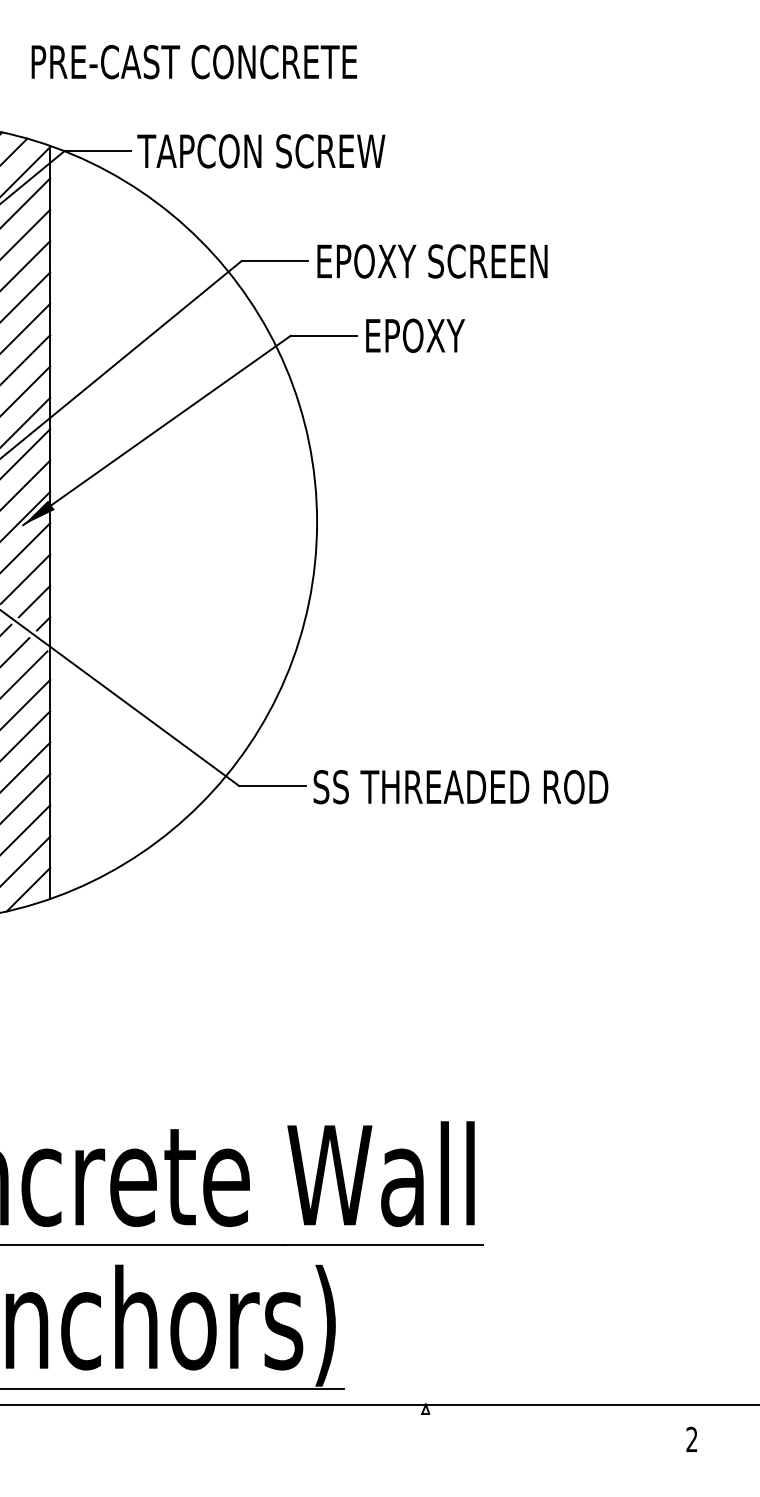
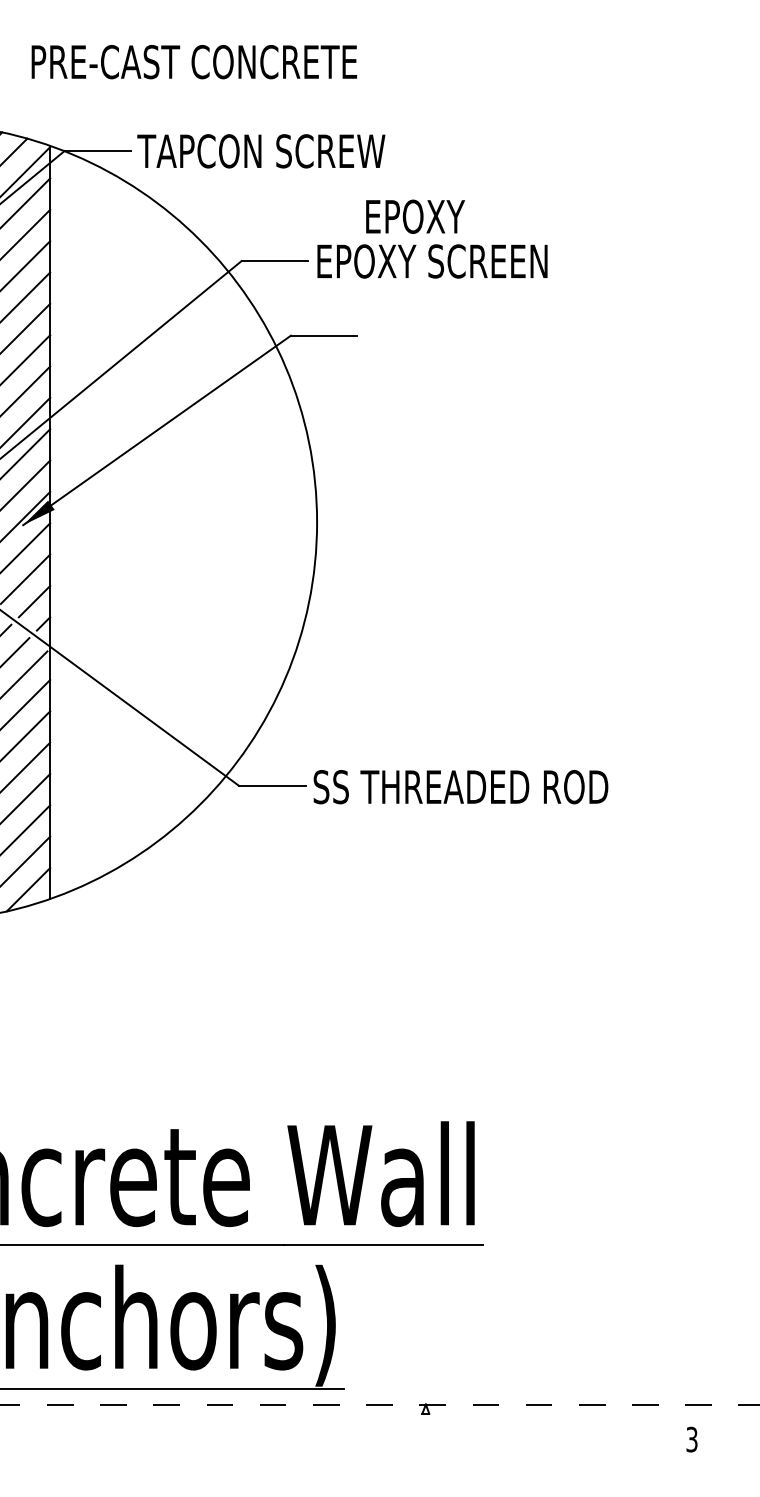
text at (415, 335) position: (415, 335) -> (415, 216)
line at (380, 1404): solid -> dashed
text at (691, 1439): 2 -> 3
